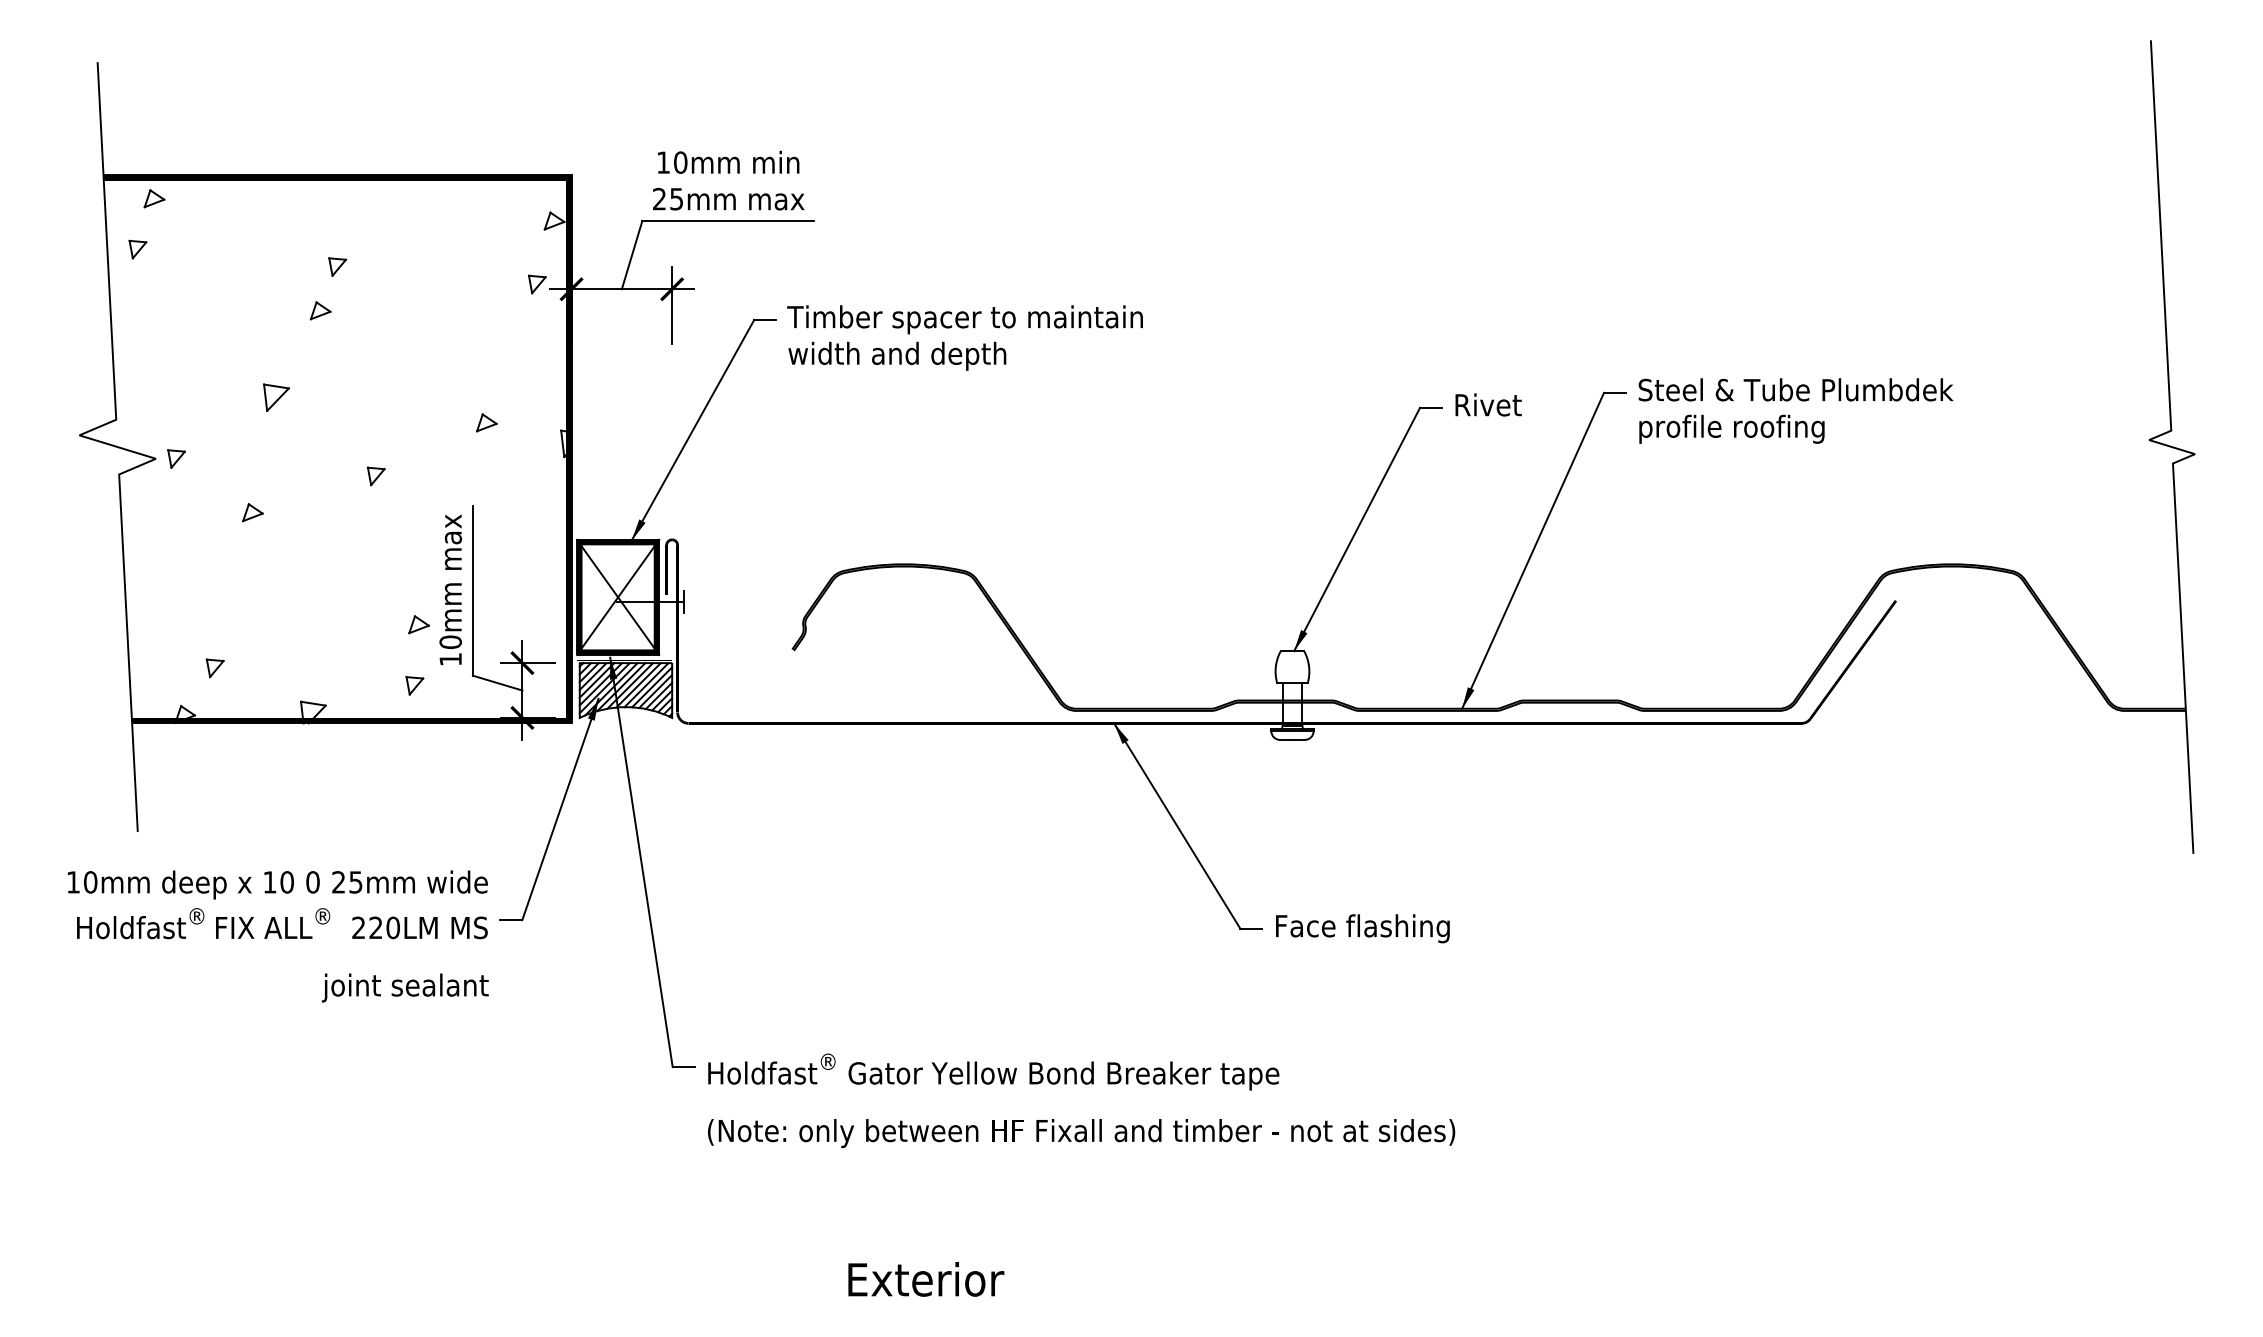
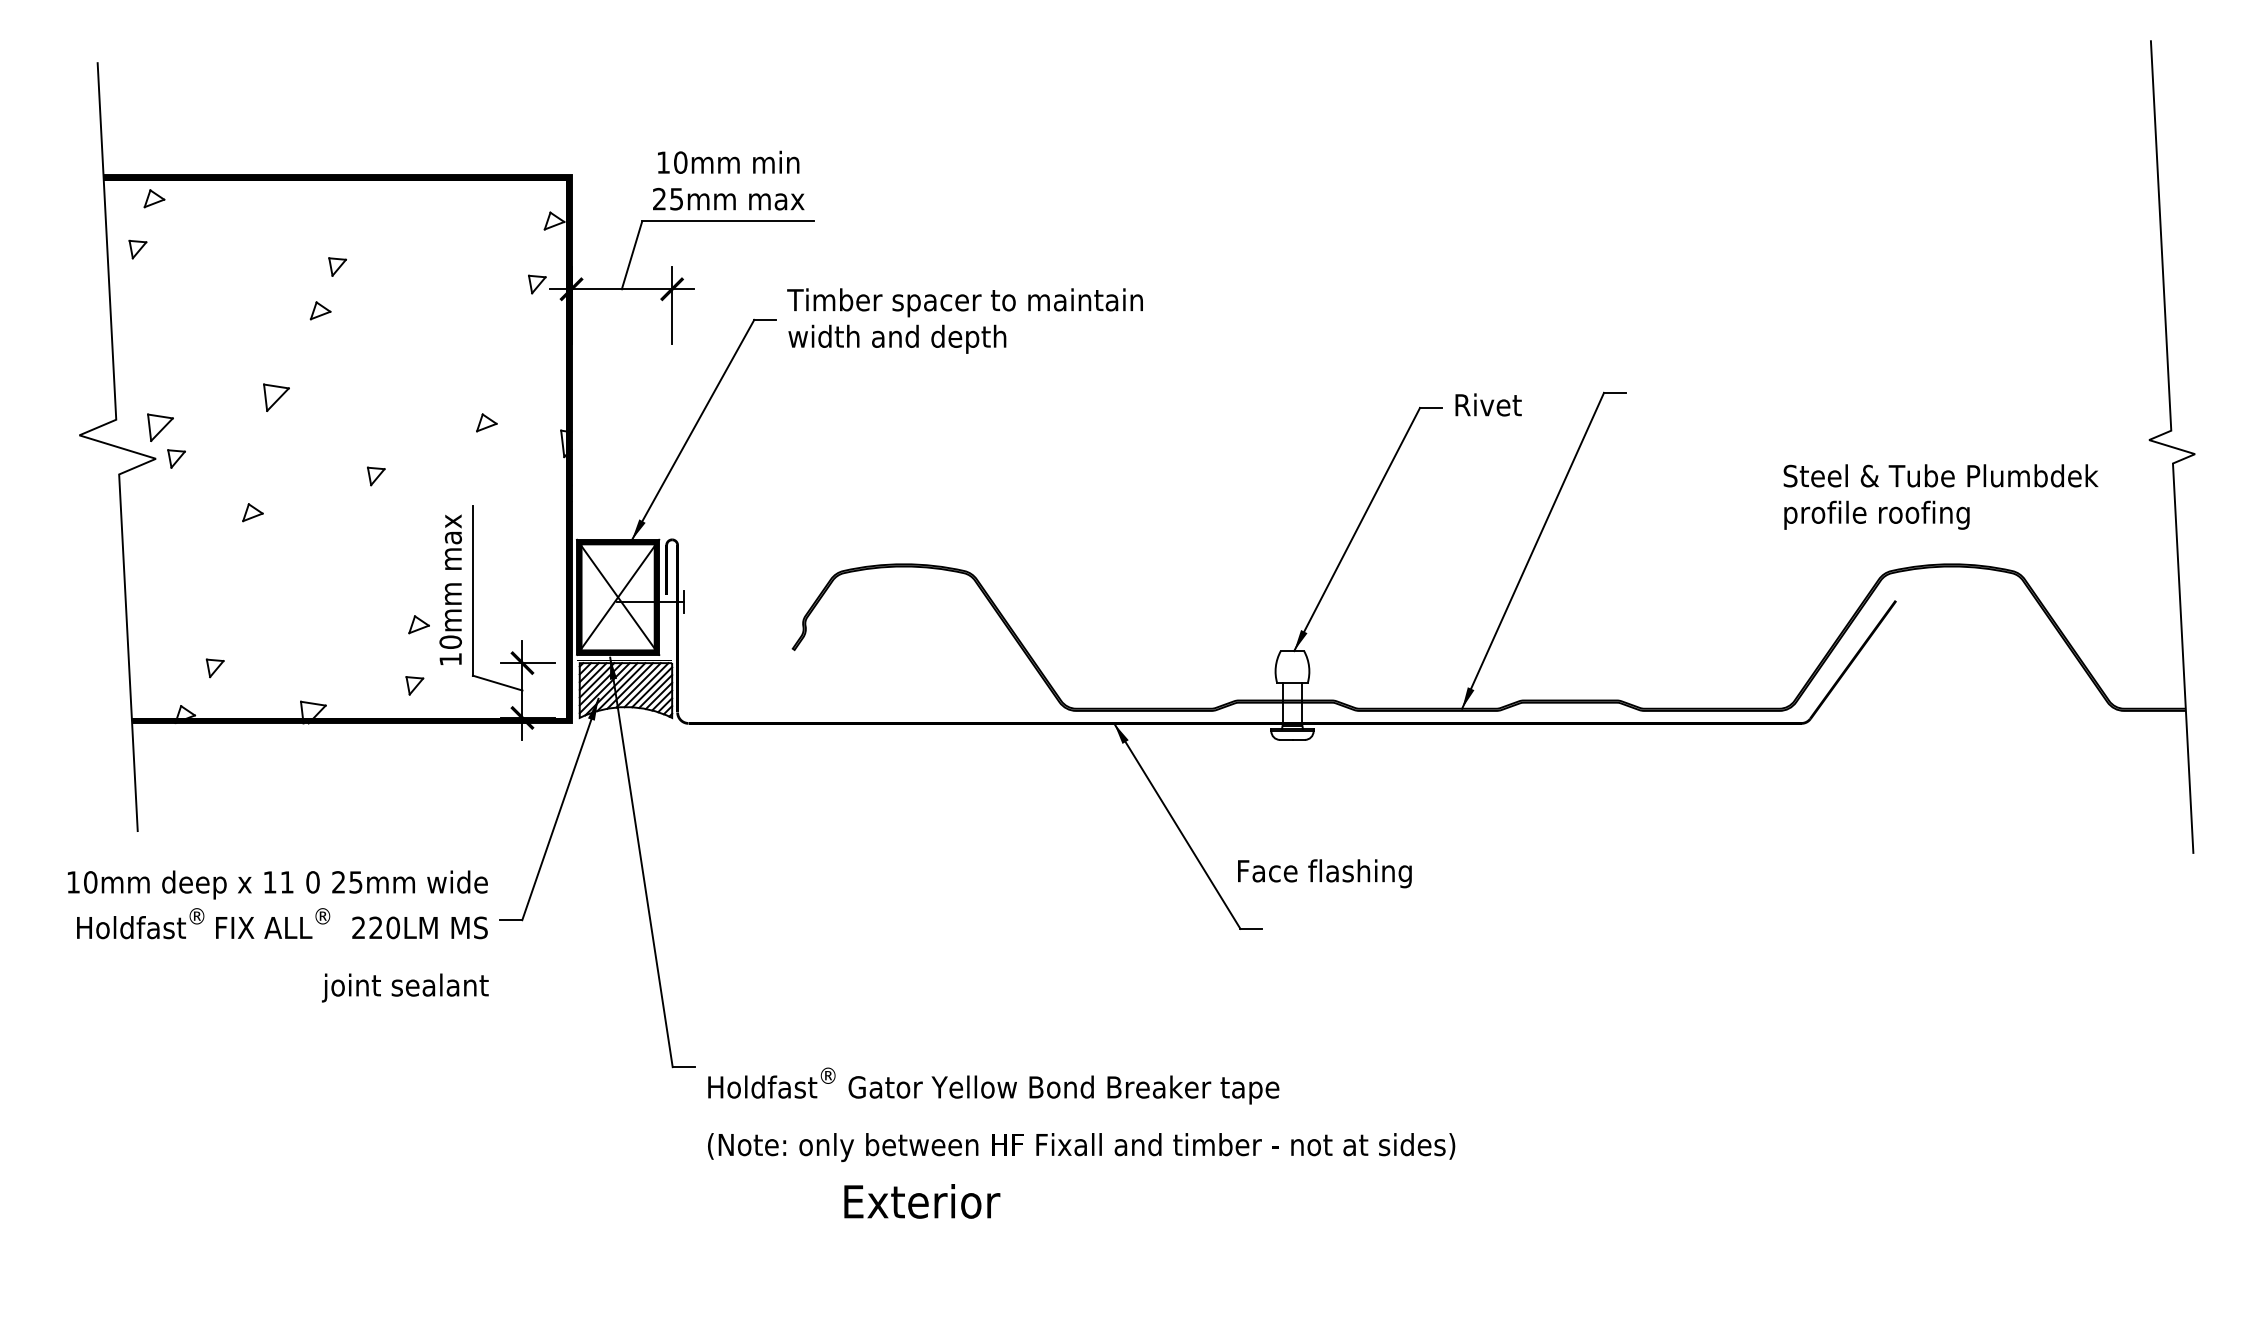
text at (964, 337) position: (964, 337) -> (964, 320)
text at (1795, 410) position: (1795, 410) -> (1940, 496)
part at (160, 427): none -> present
text at (286, 882): 10 -> 11
text at (1362, 928) position: (1362, 928) -> (1324, 873)
text at (1081, 1100) position: (1081, 1100) -> (1081, 1114)
text at (926, 1279) position: (926, 1279) -> (922, 1201)
